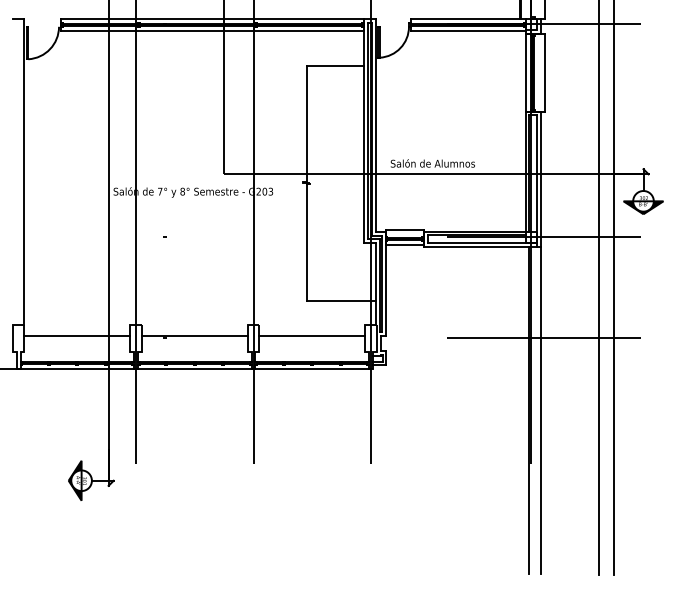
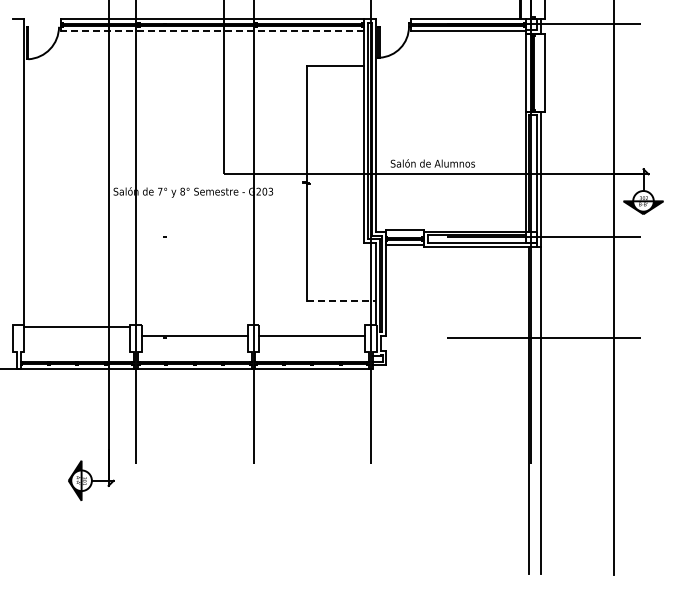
line at (212, 31): solid -> dashed
line at (598, 288): present -> none
line at (341, 300): solid -> dashed
line at (77, 335) position: (77, 335) -> (77, 326)
